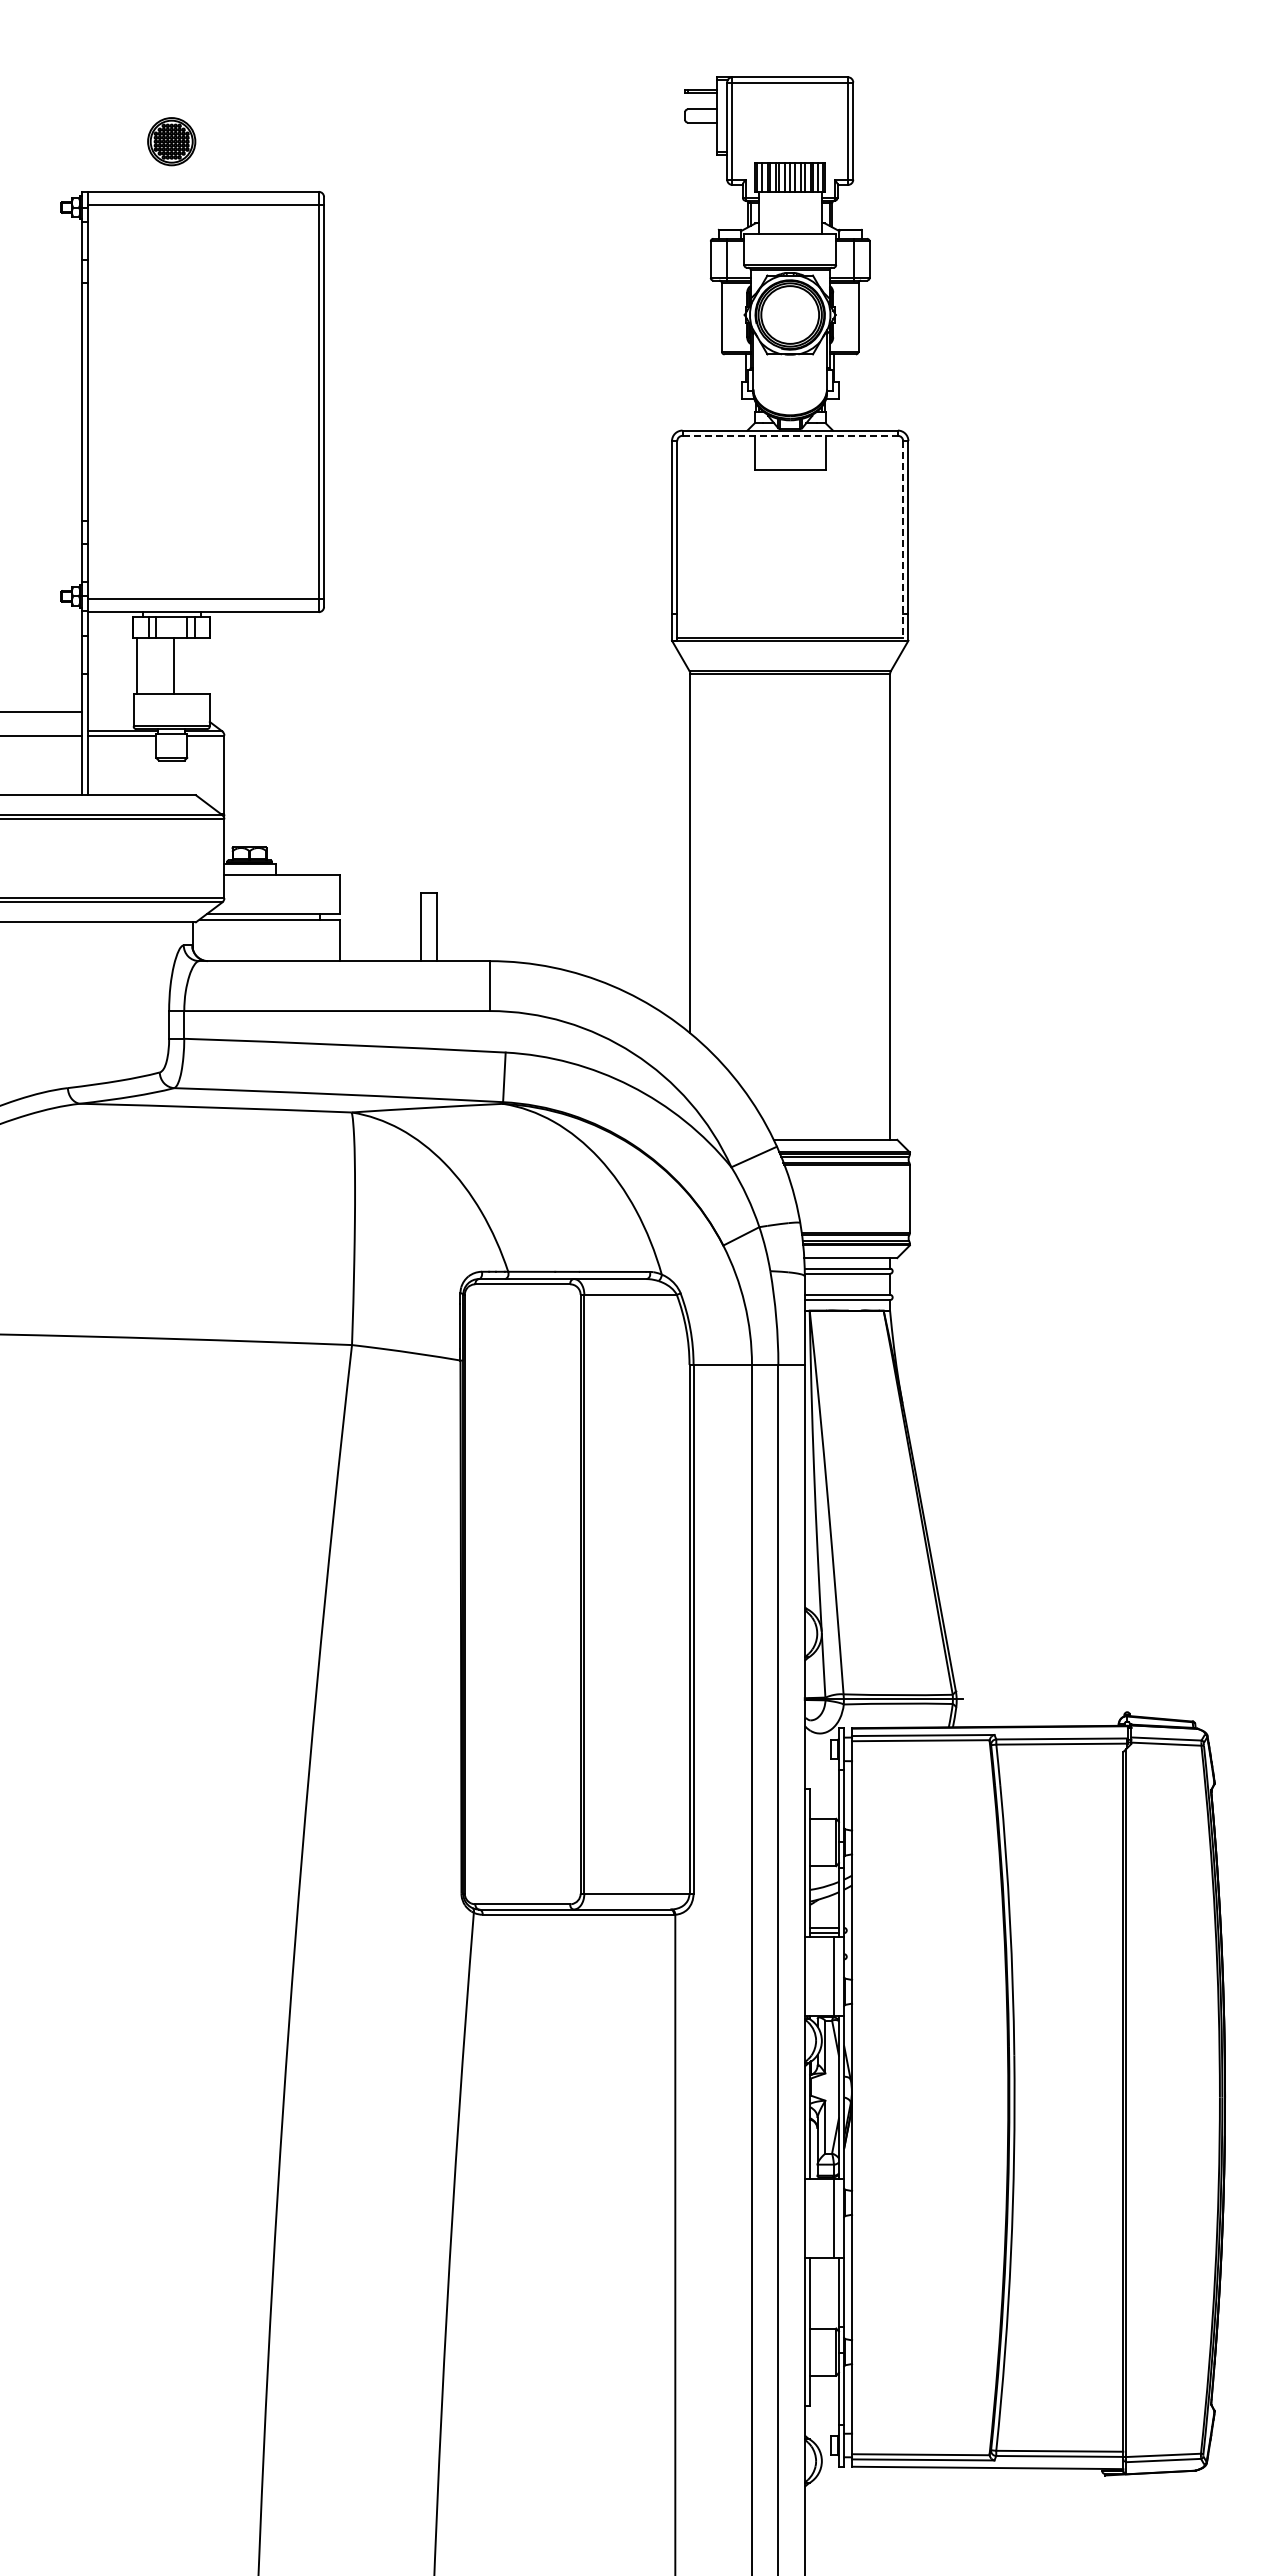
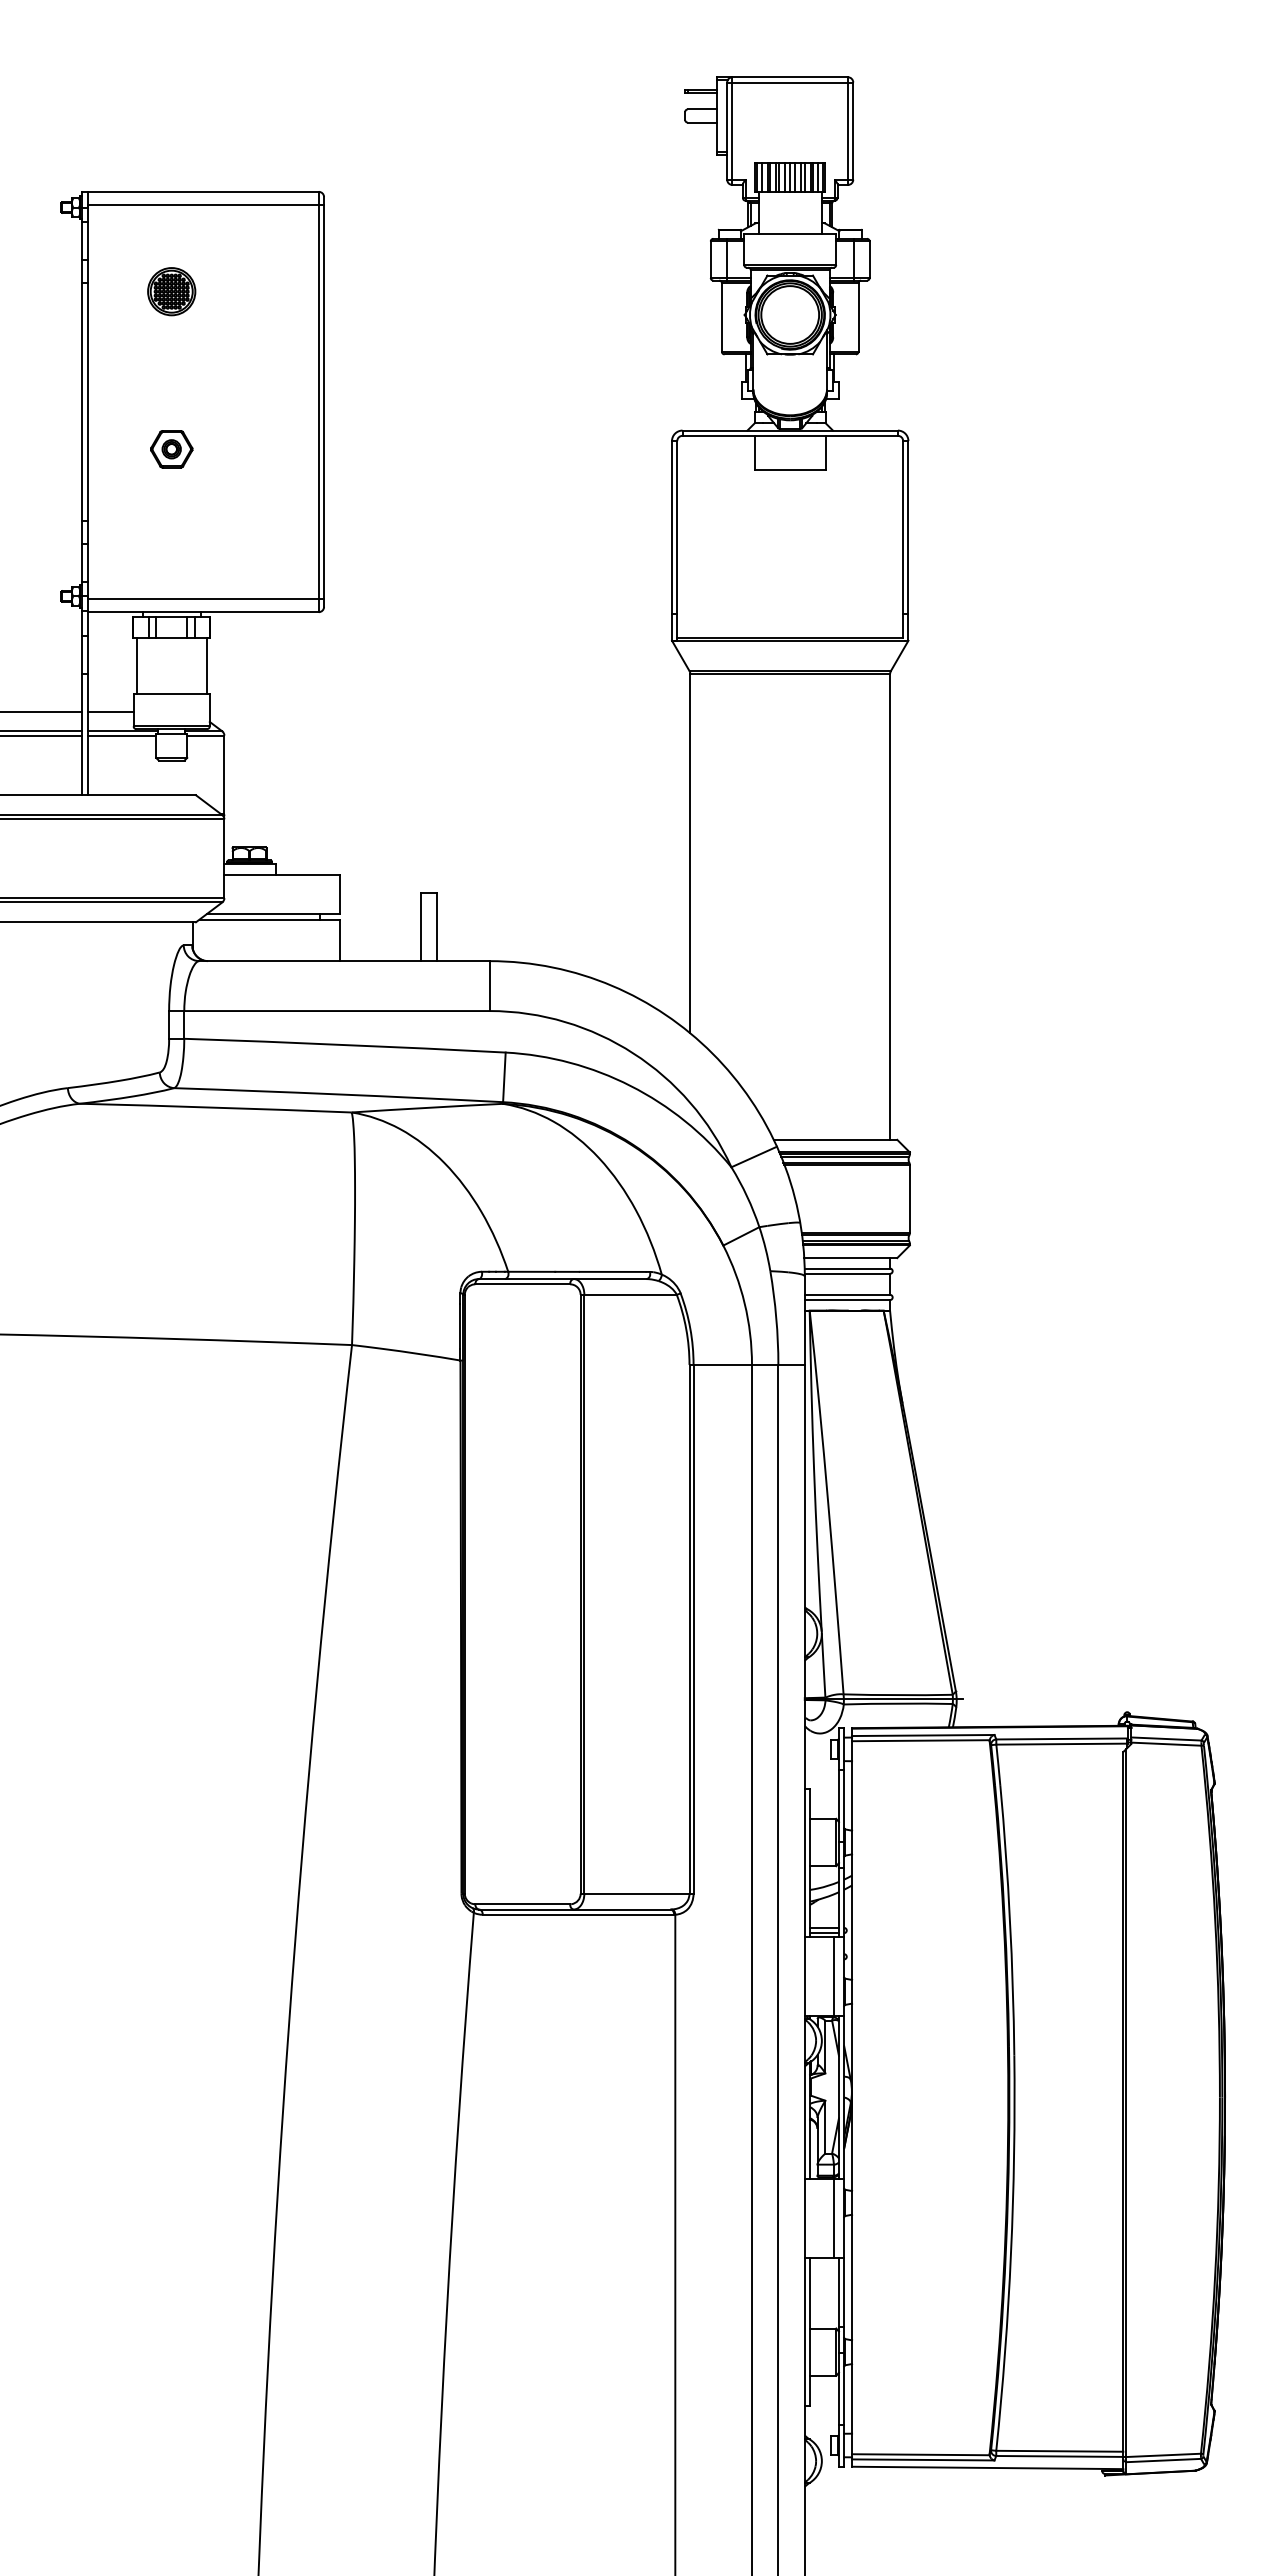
part at (171, 141) position: (171, 141) -> (171, 291)
line at (790, 435): dashed -> solid
part at (171, 449): none -> present
line at (903, 539): dashed -> solid
line at (173, 666) position: (173, 666) -> (206, 666)
line at (110, 711): none -> present
line at (42, 731): none -> present
